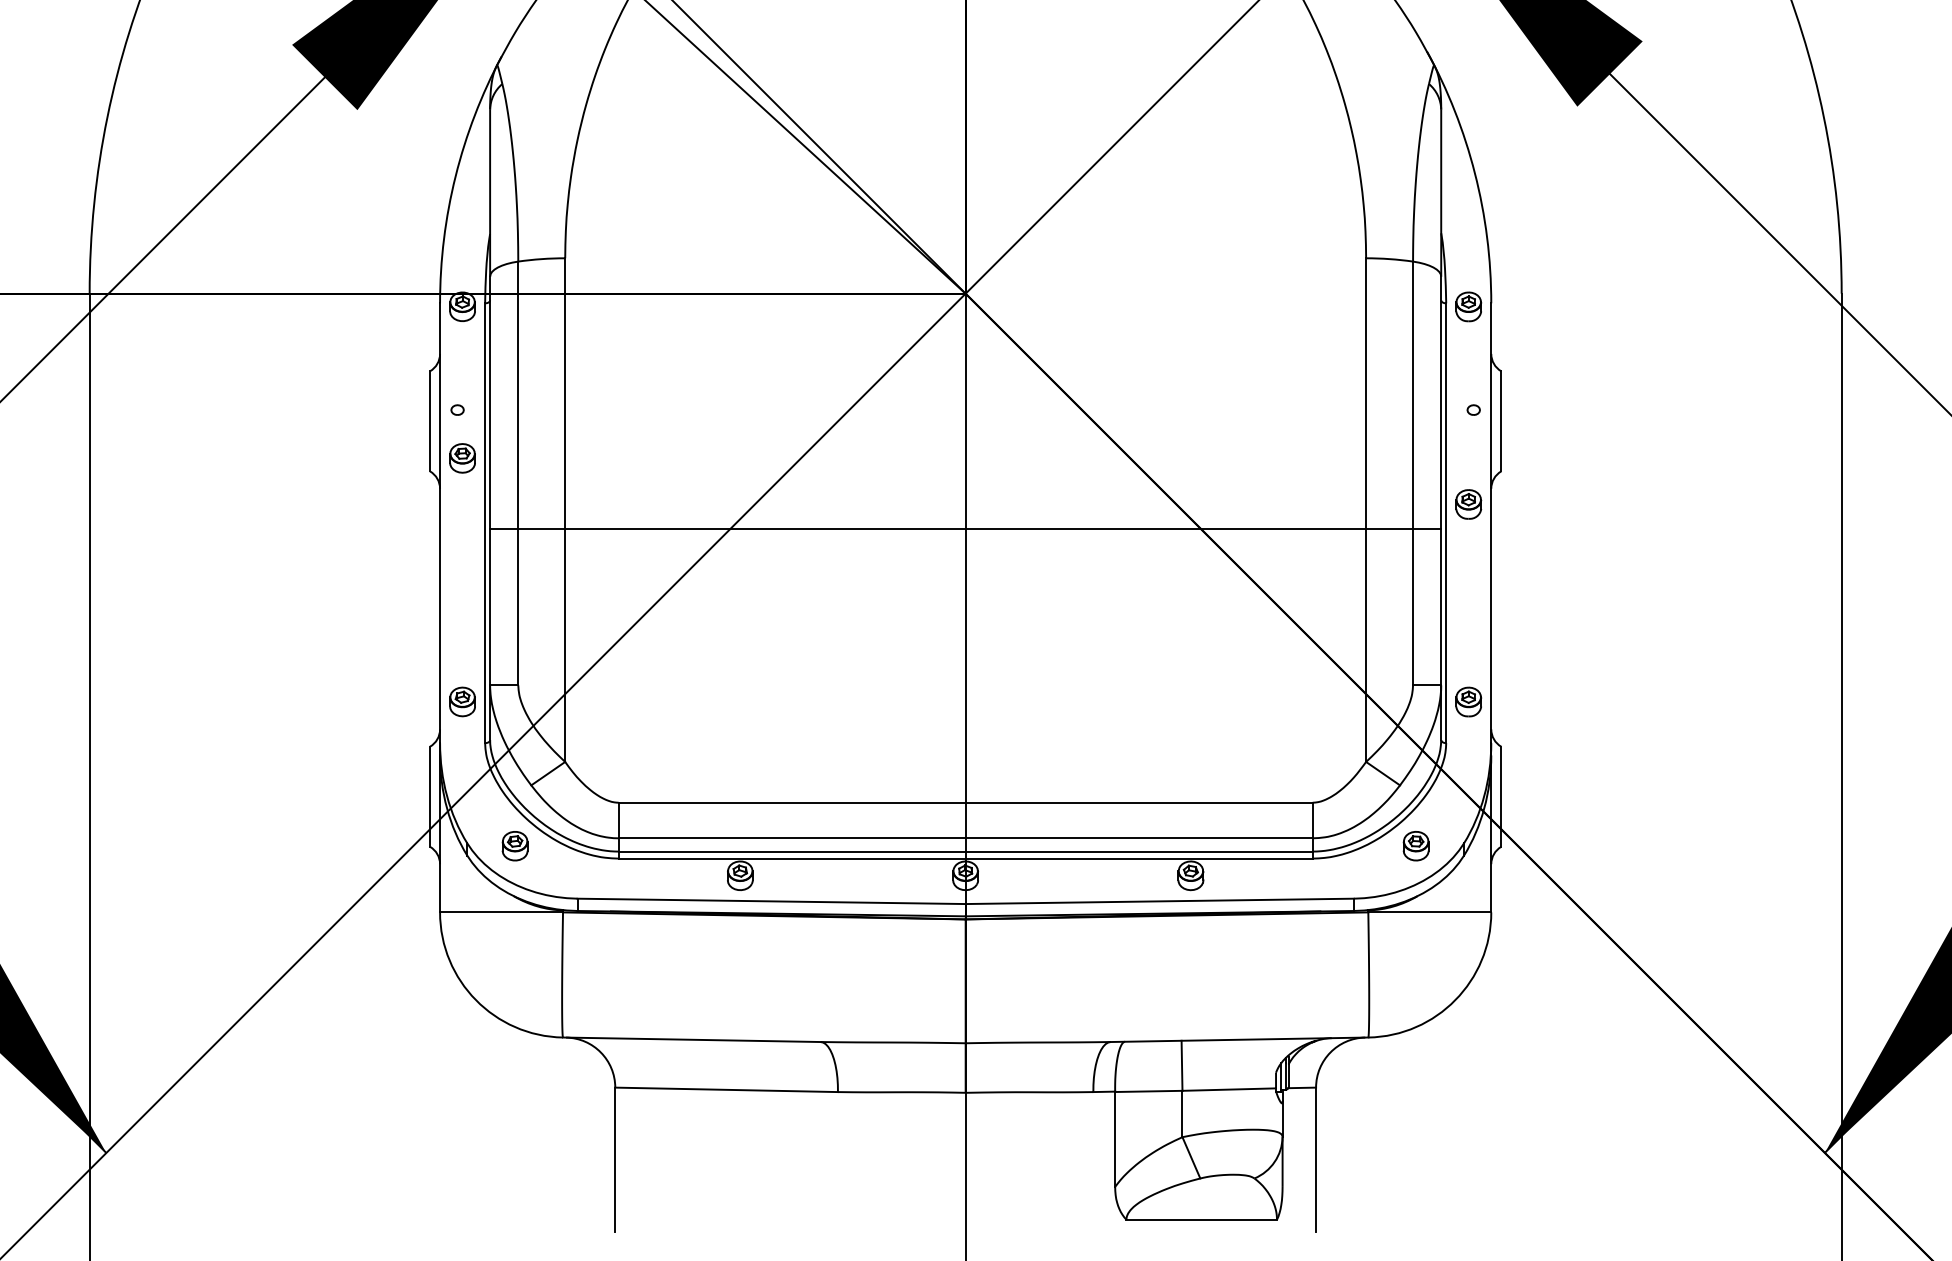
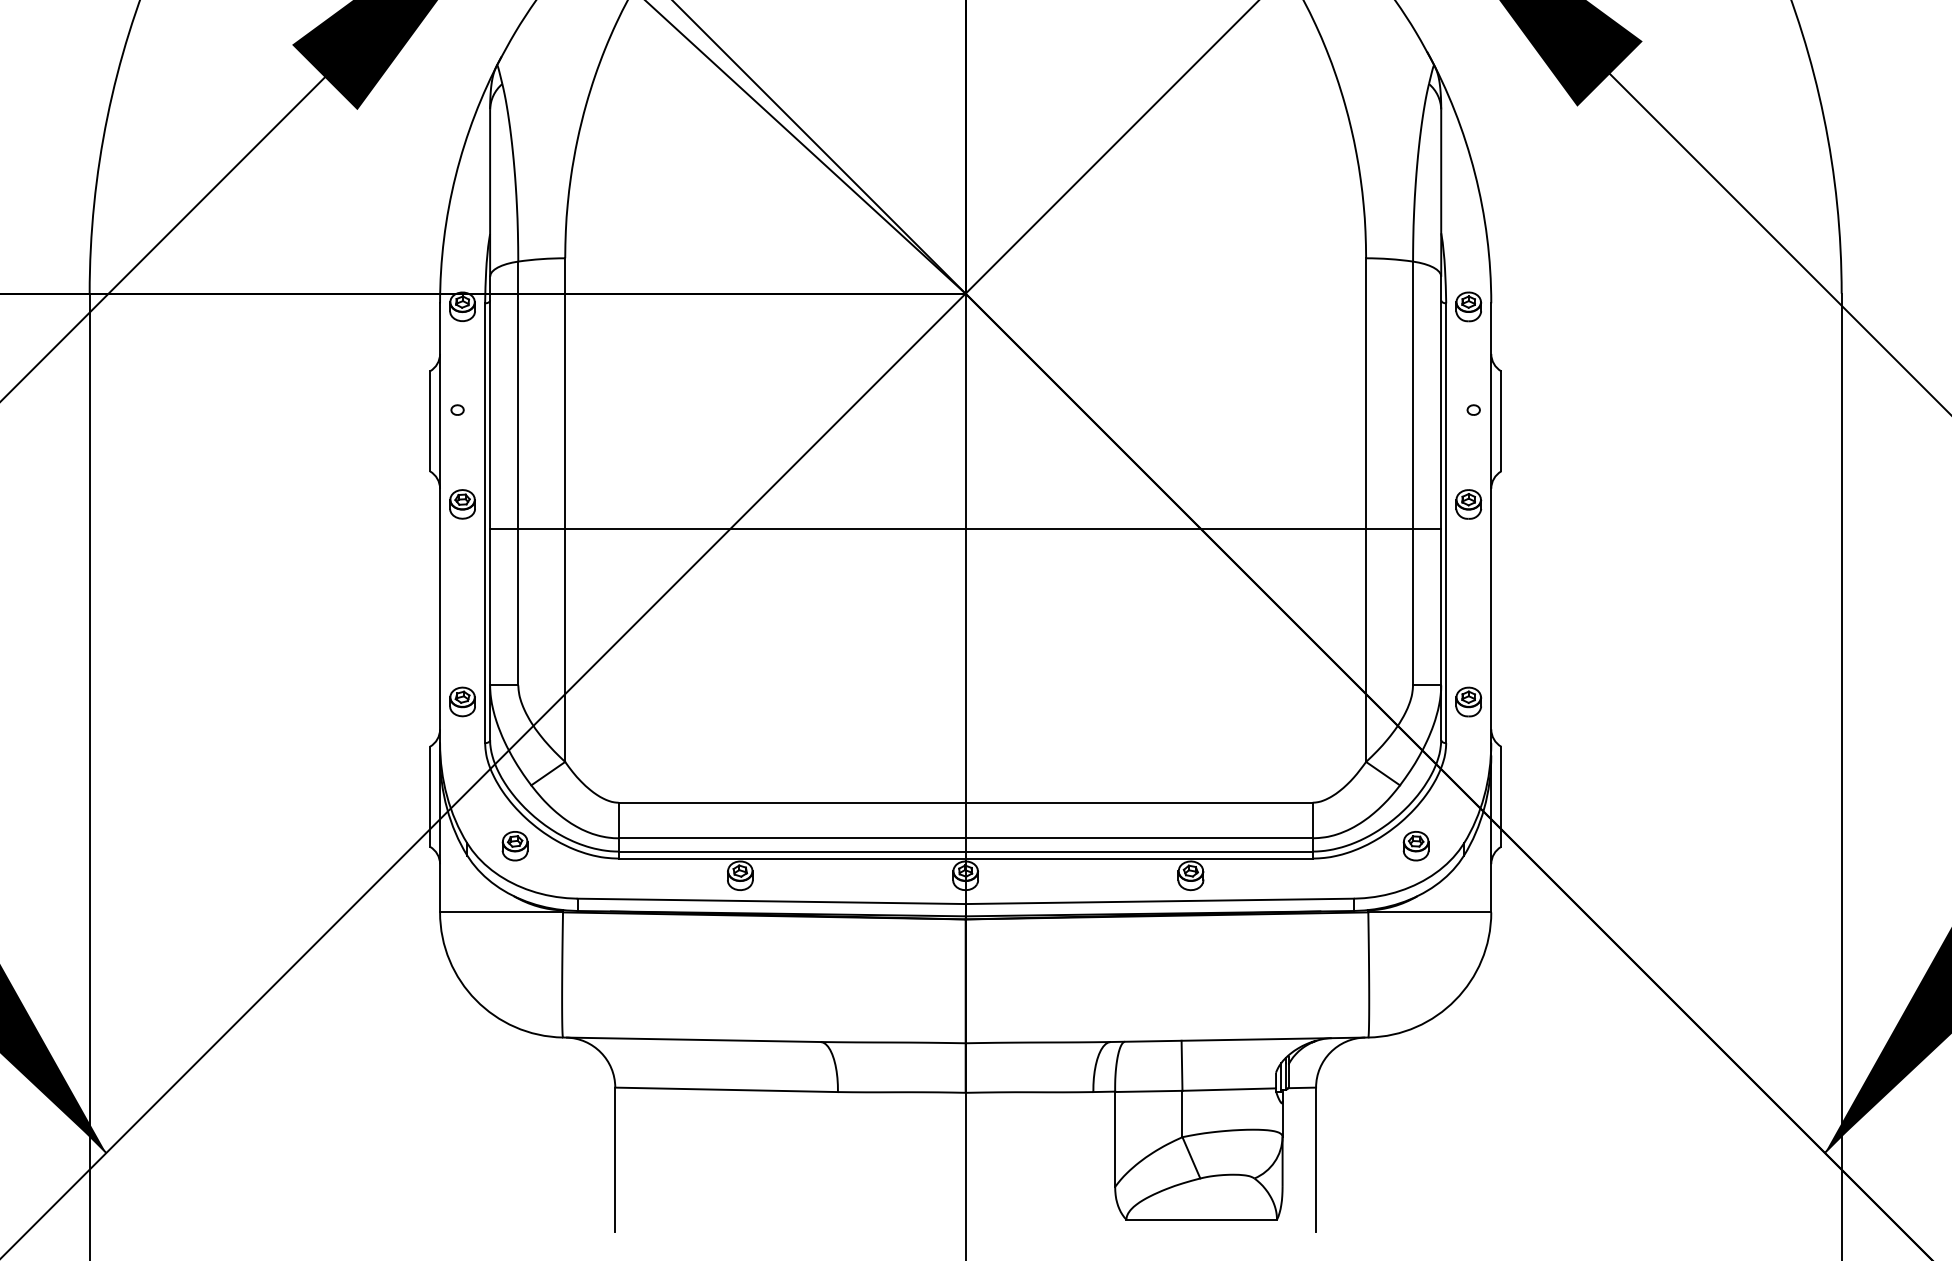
part at (462, 458) position: (462, 458) -> (462, 504)
